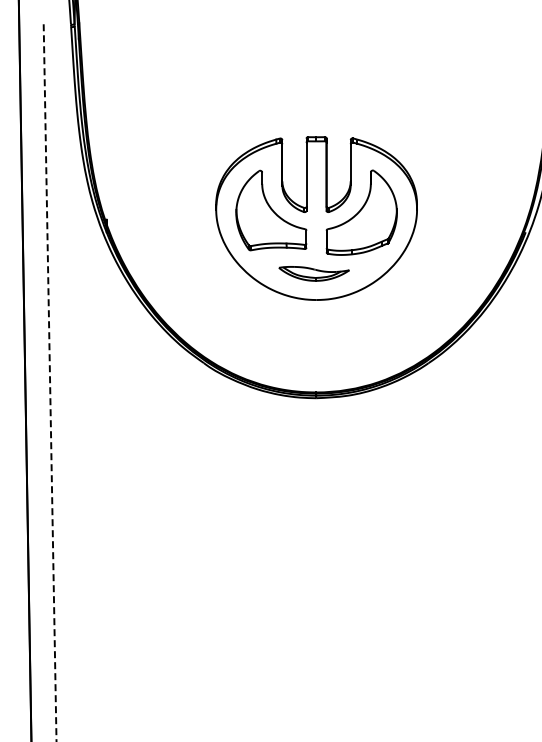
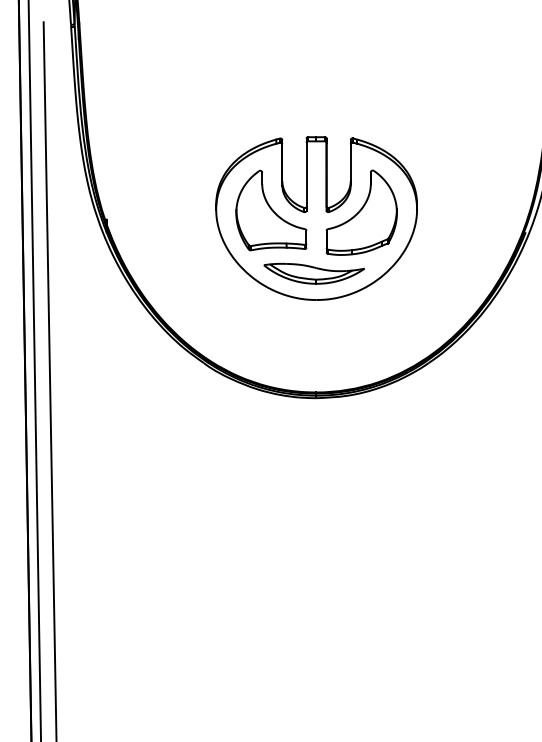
part at (313, 273) size: 72x16 px -> 102x22 px
line at (34, 370): none -> present
line at (50, 381): dashed -> solid
